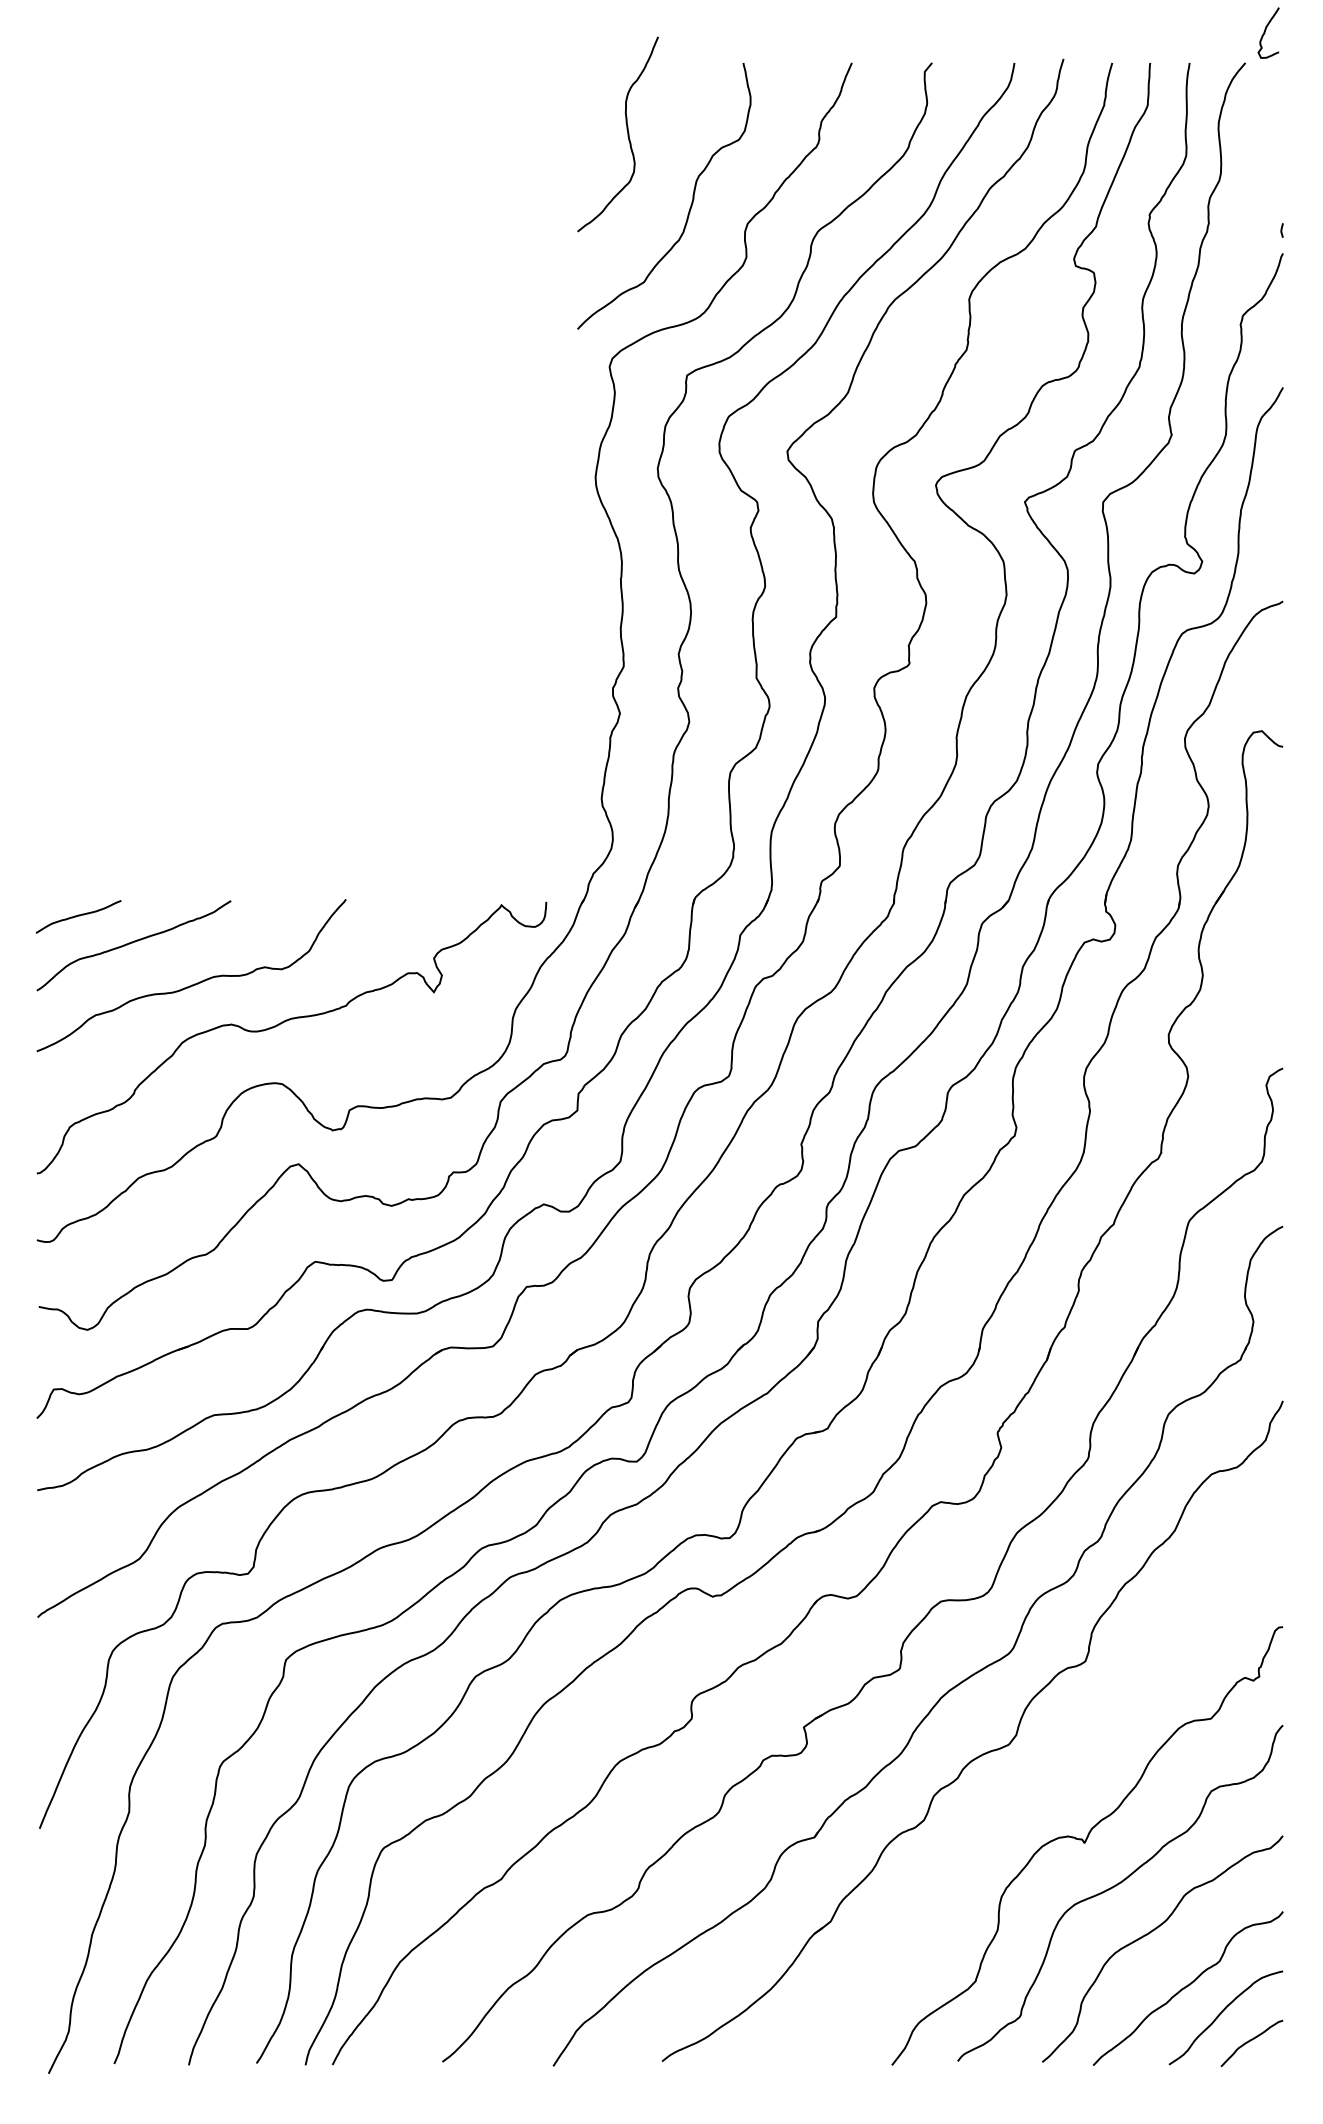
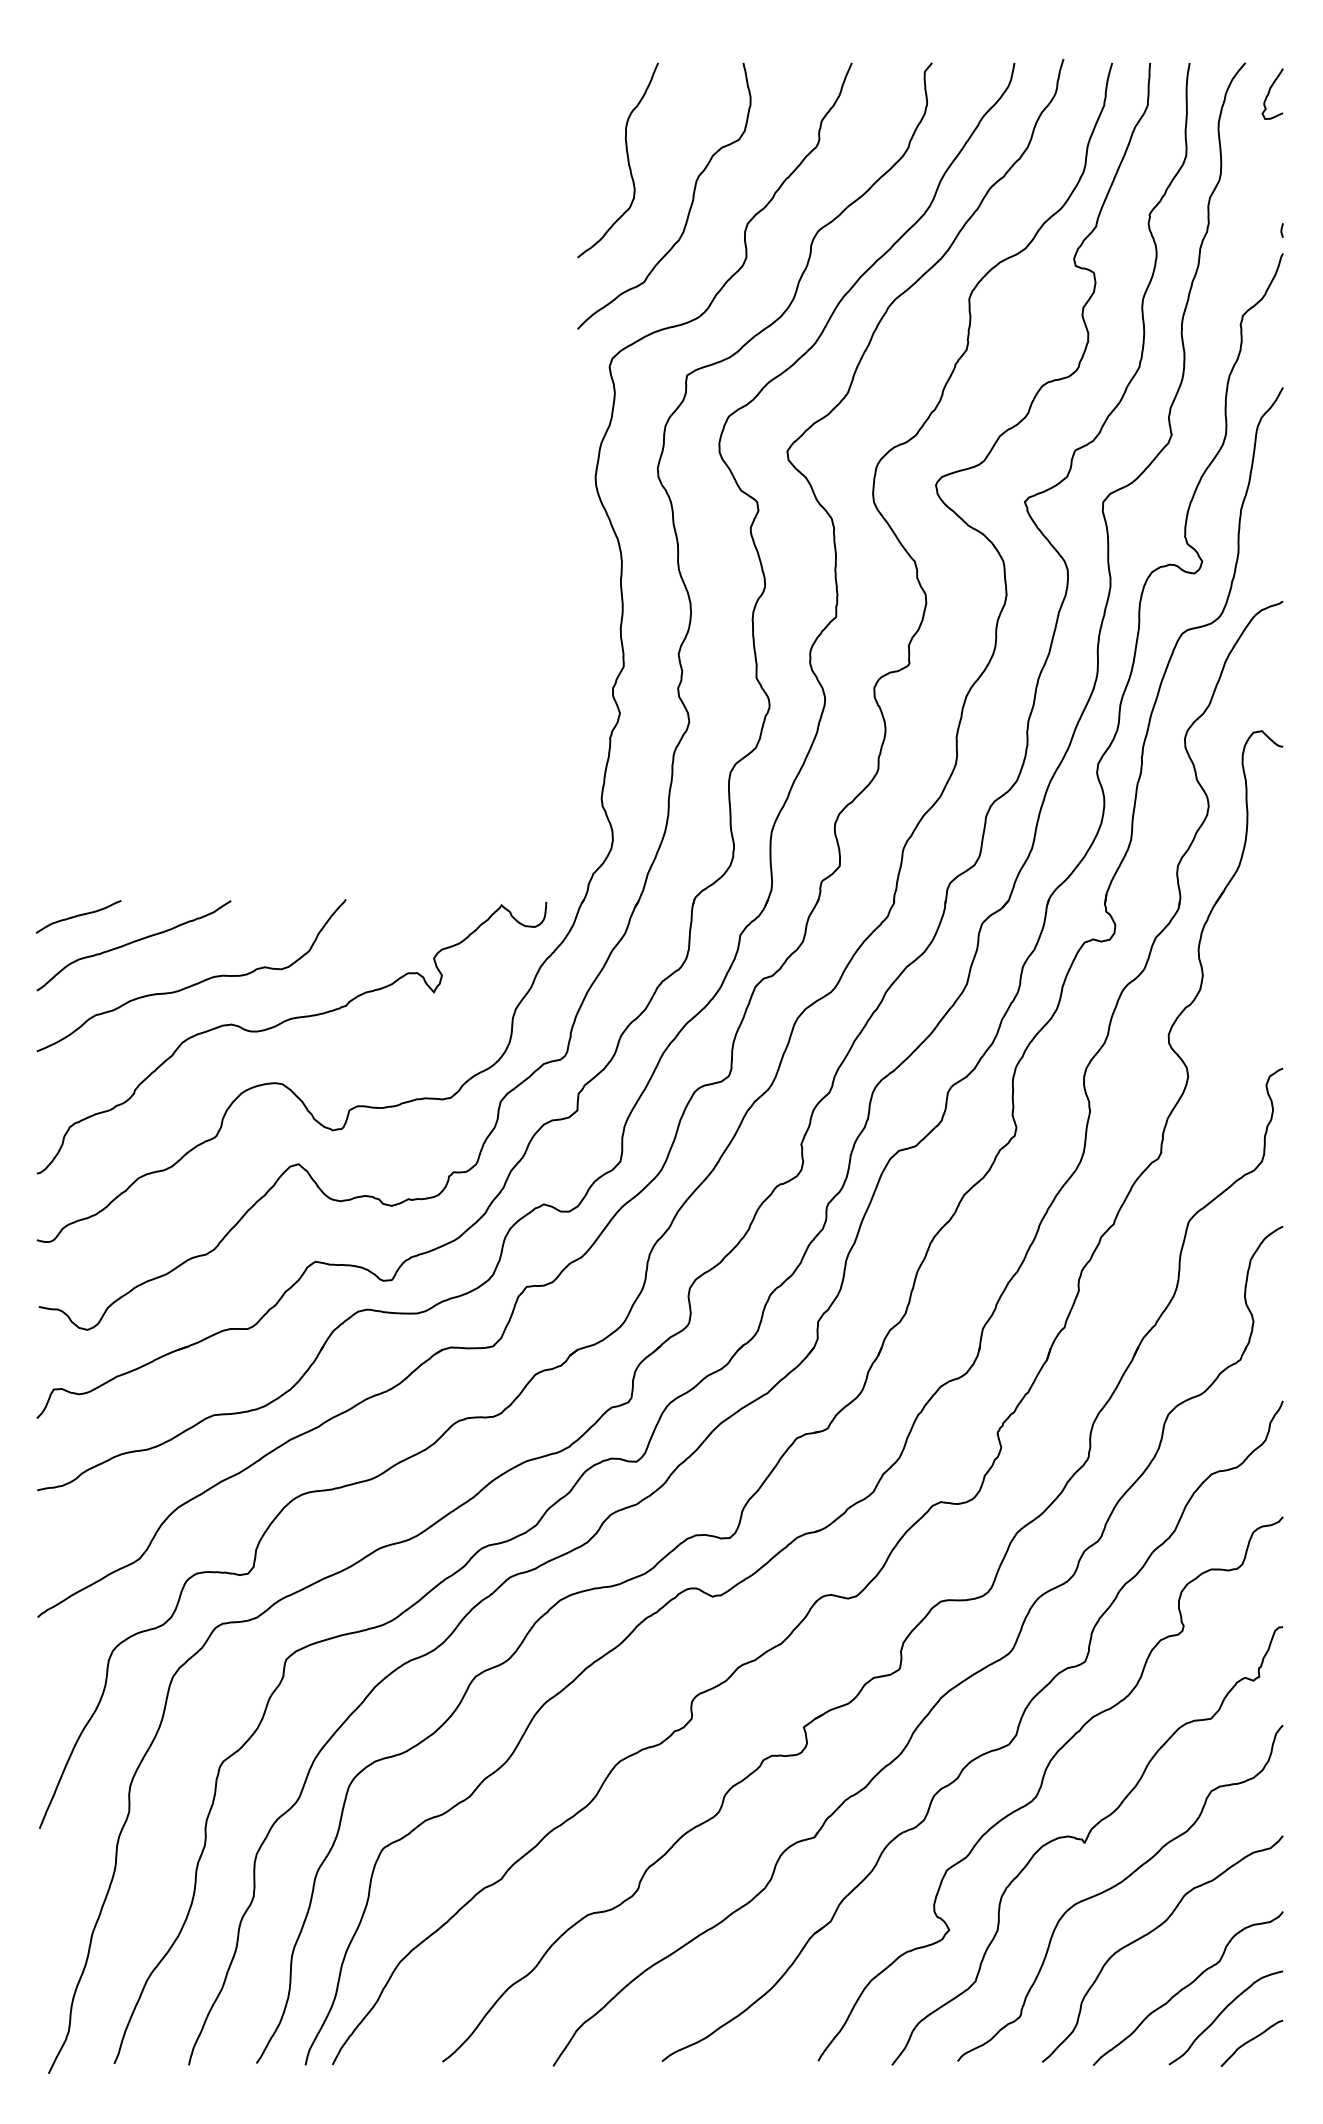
curve at (1266, 30) position: (1266, 30) -> (1270, 91)
curve at (627, 134) position: (627, 134) -> (627, 160)
curve at (1042, 1785): none -> present
